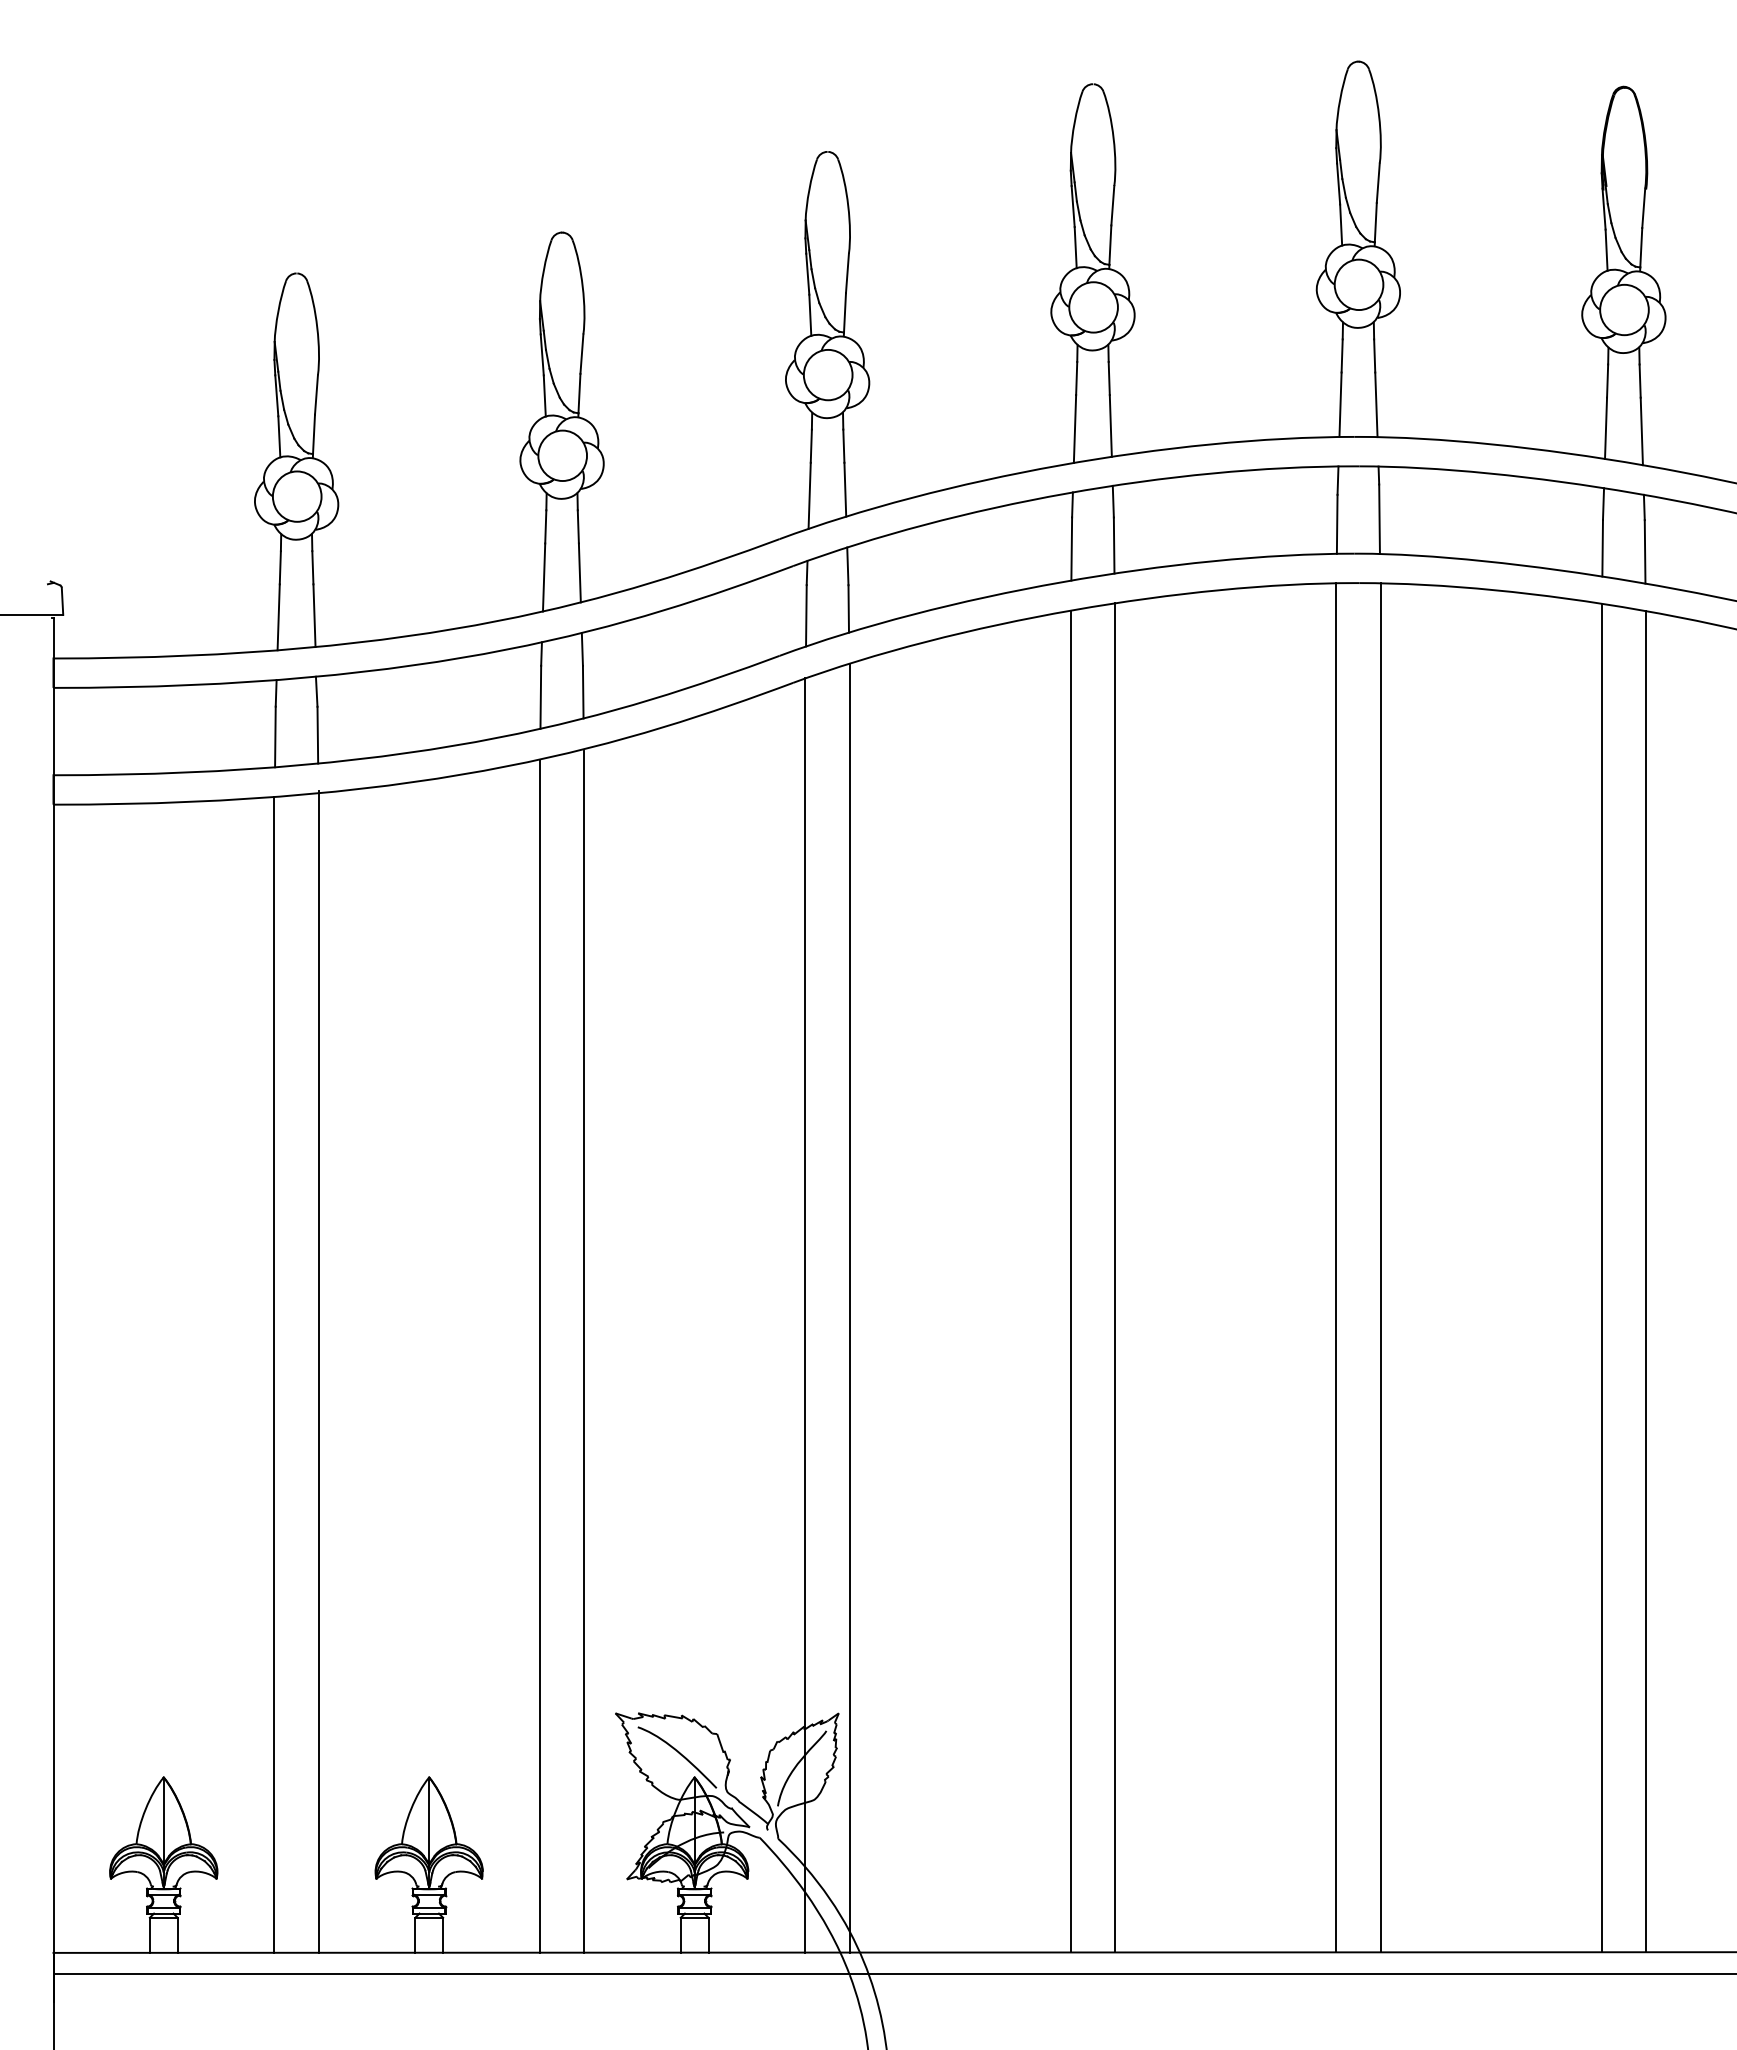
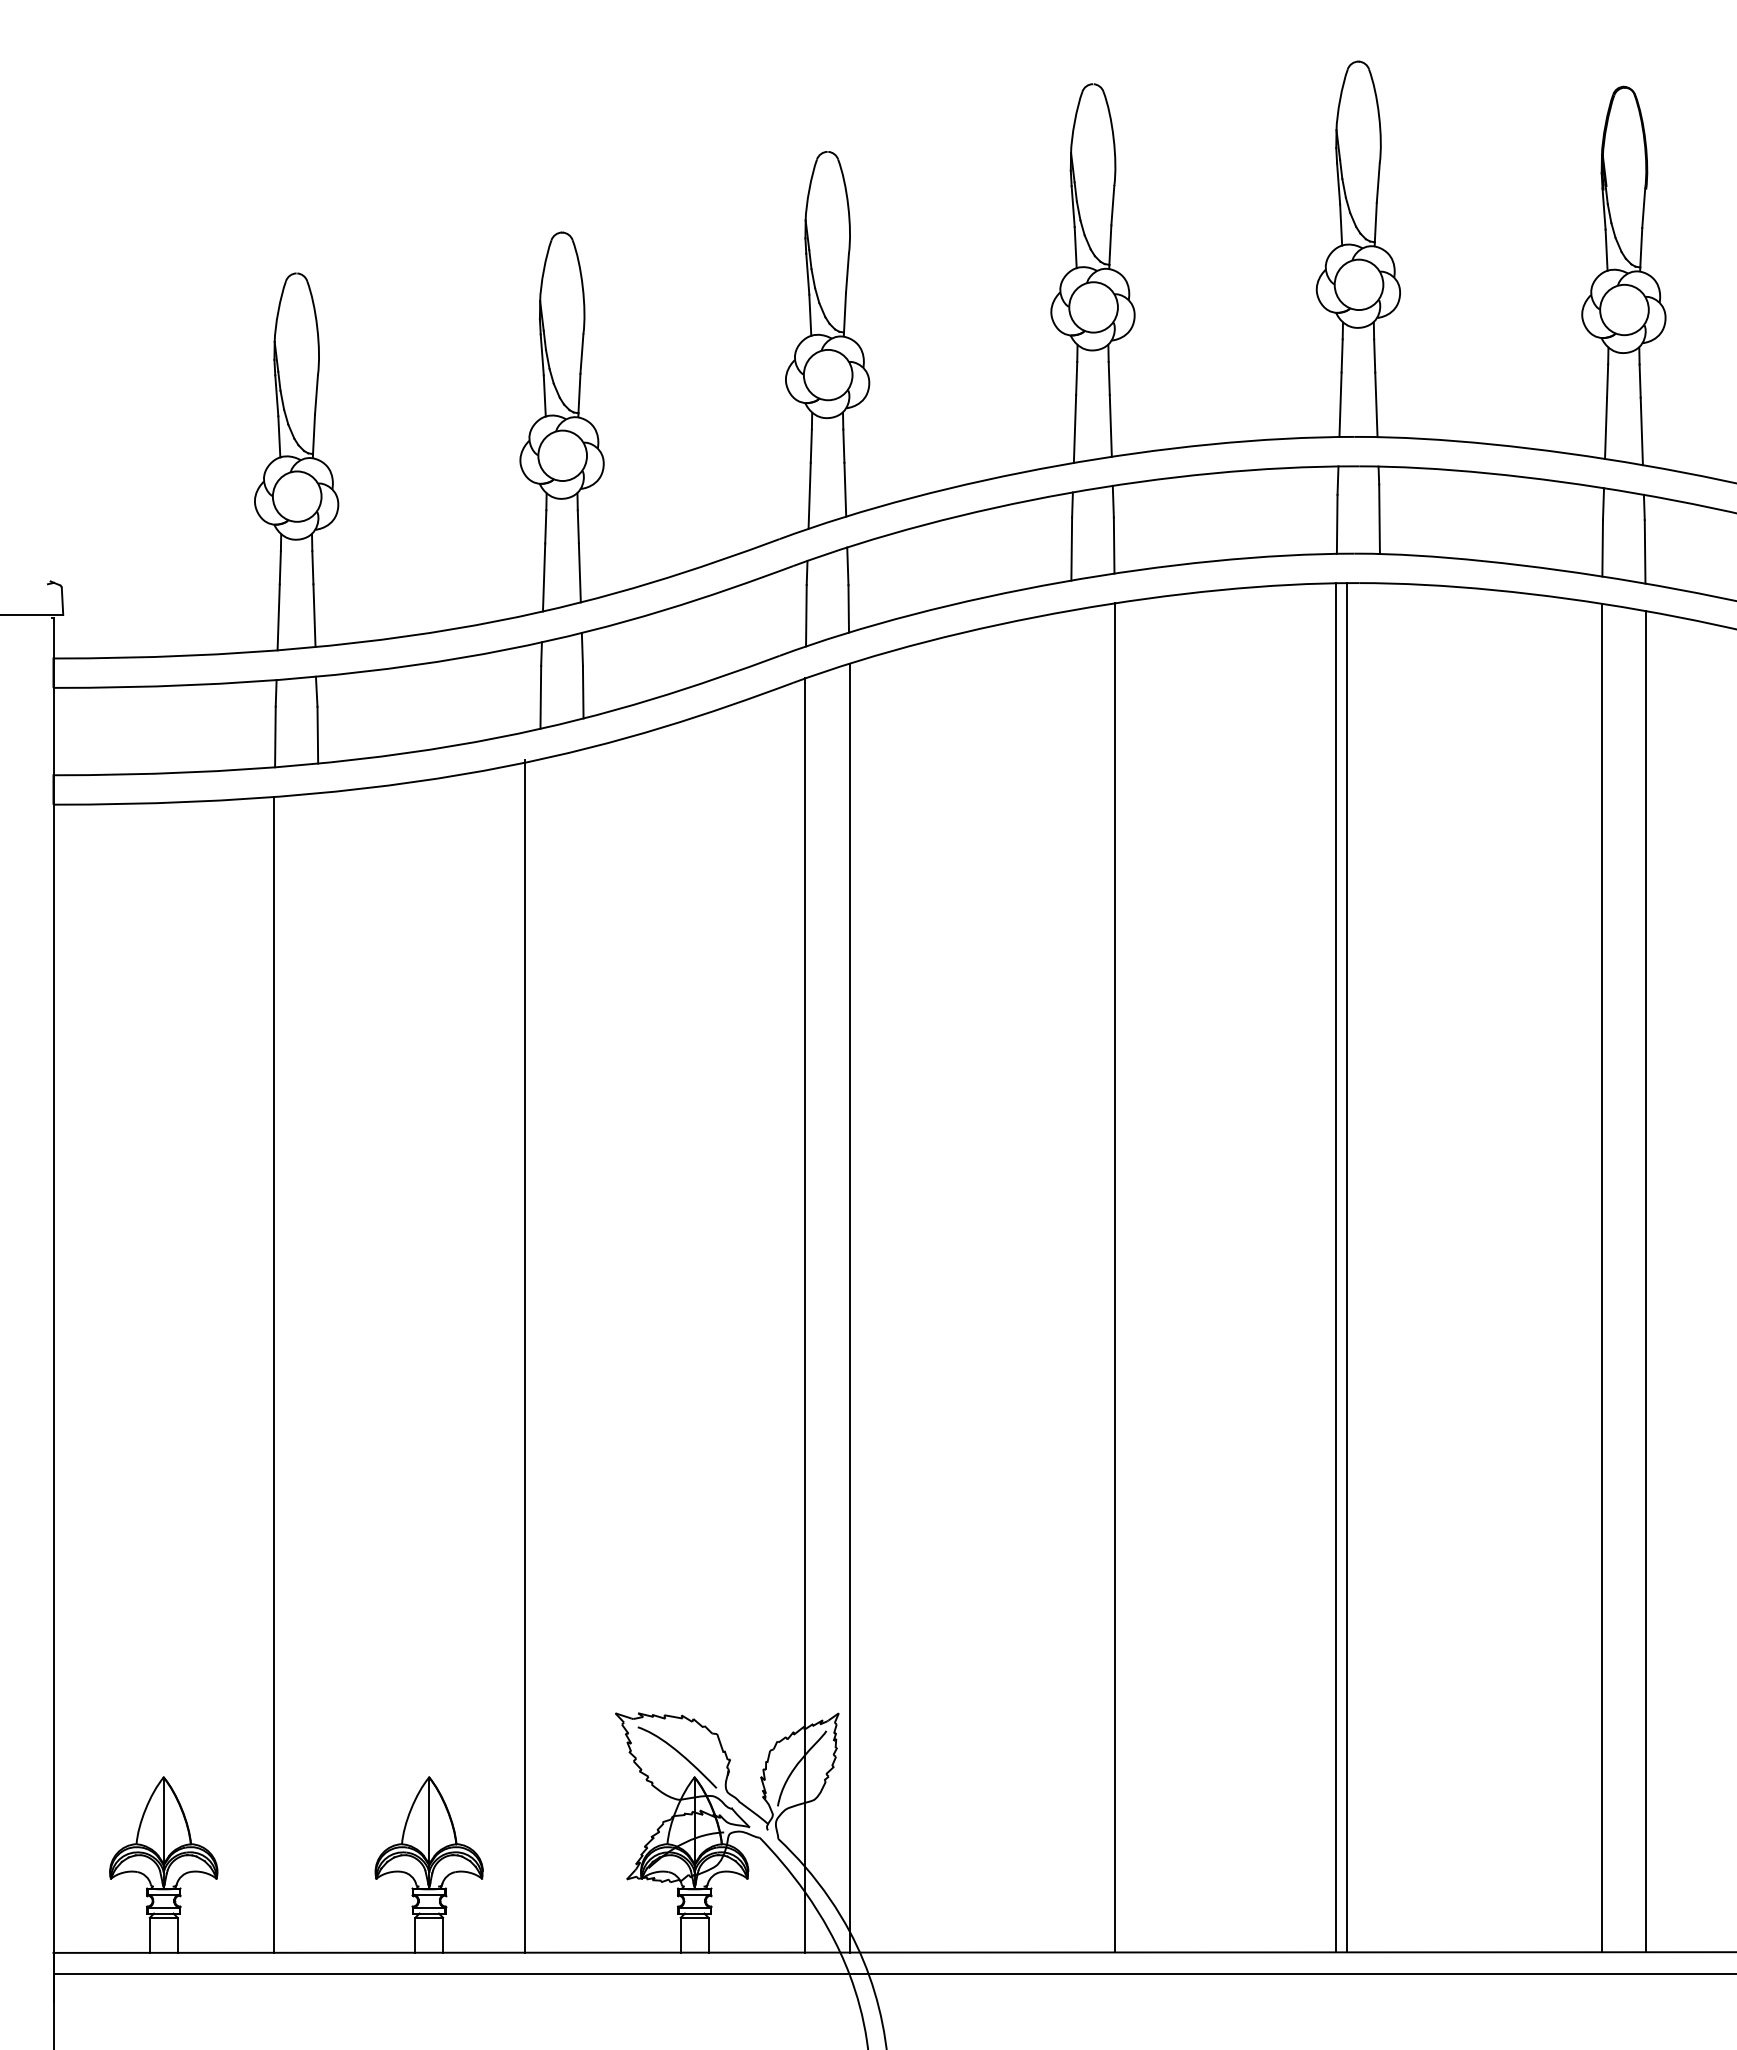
line at (1380, 1267) position: (1380, 1267) -> (1346, 1267)
line at (1070, 1281): present -> none
line at (584, 1351): present -> none
line at (539, 1355) position: (539, 1355) -> (524, 1355)
line at (318, 1371): present -> none
